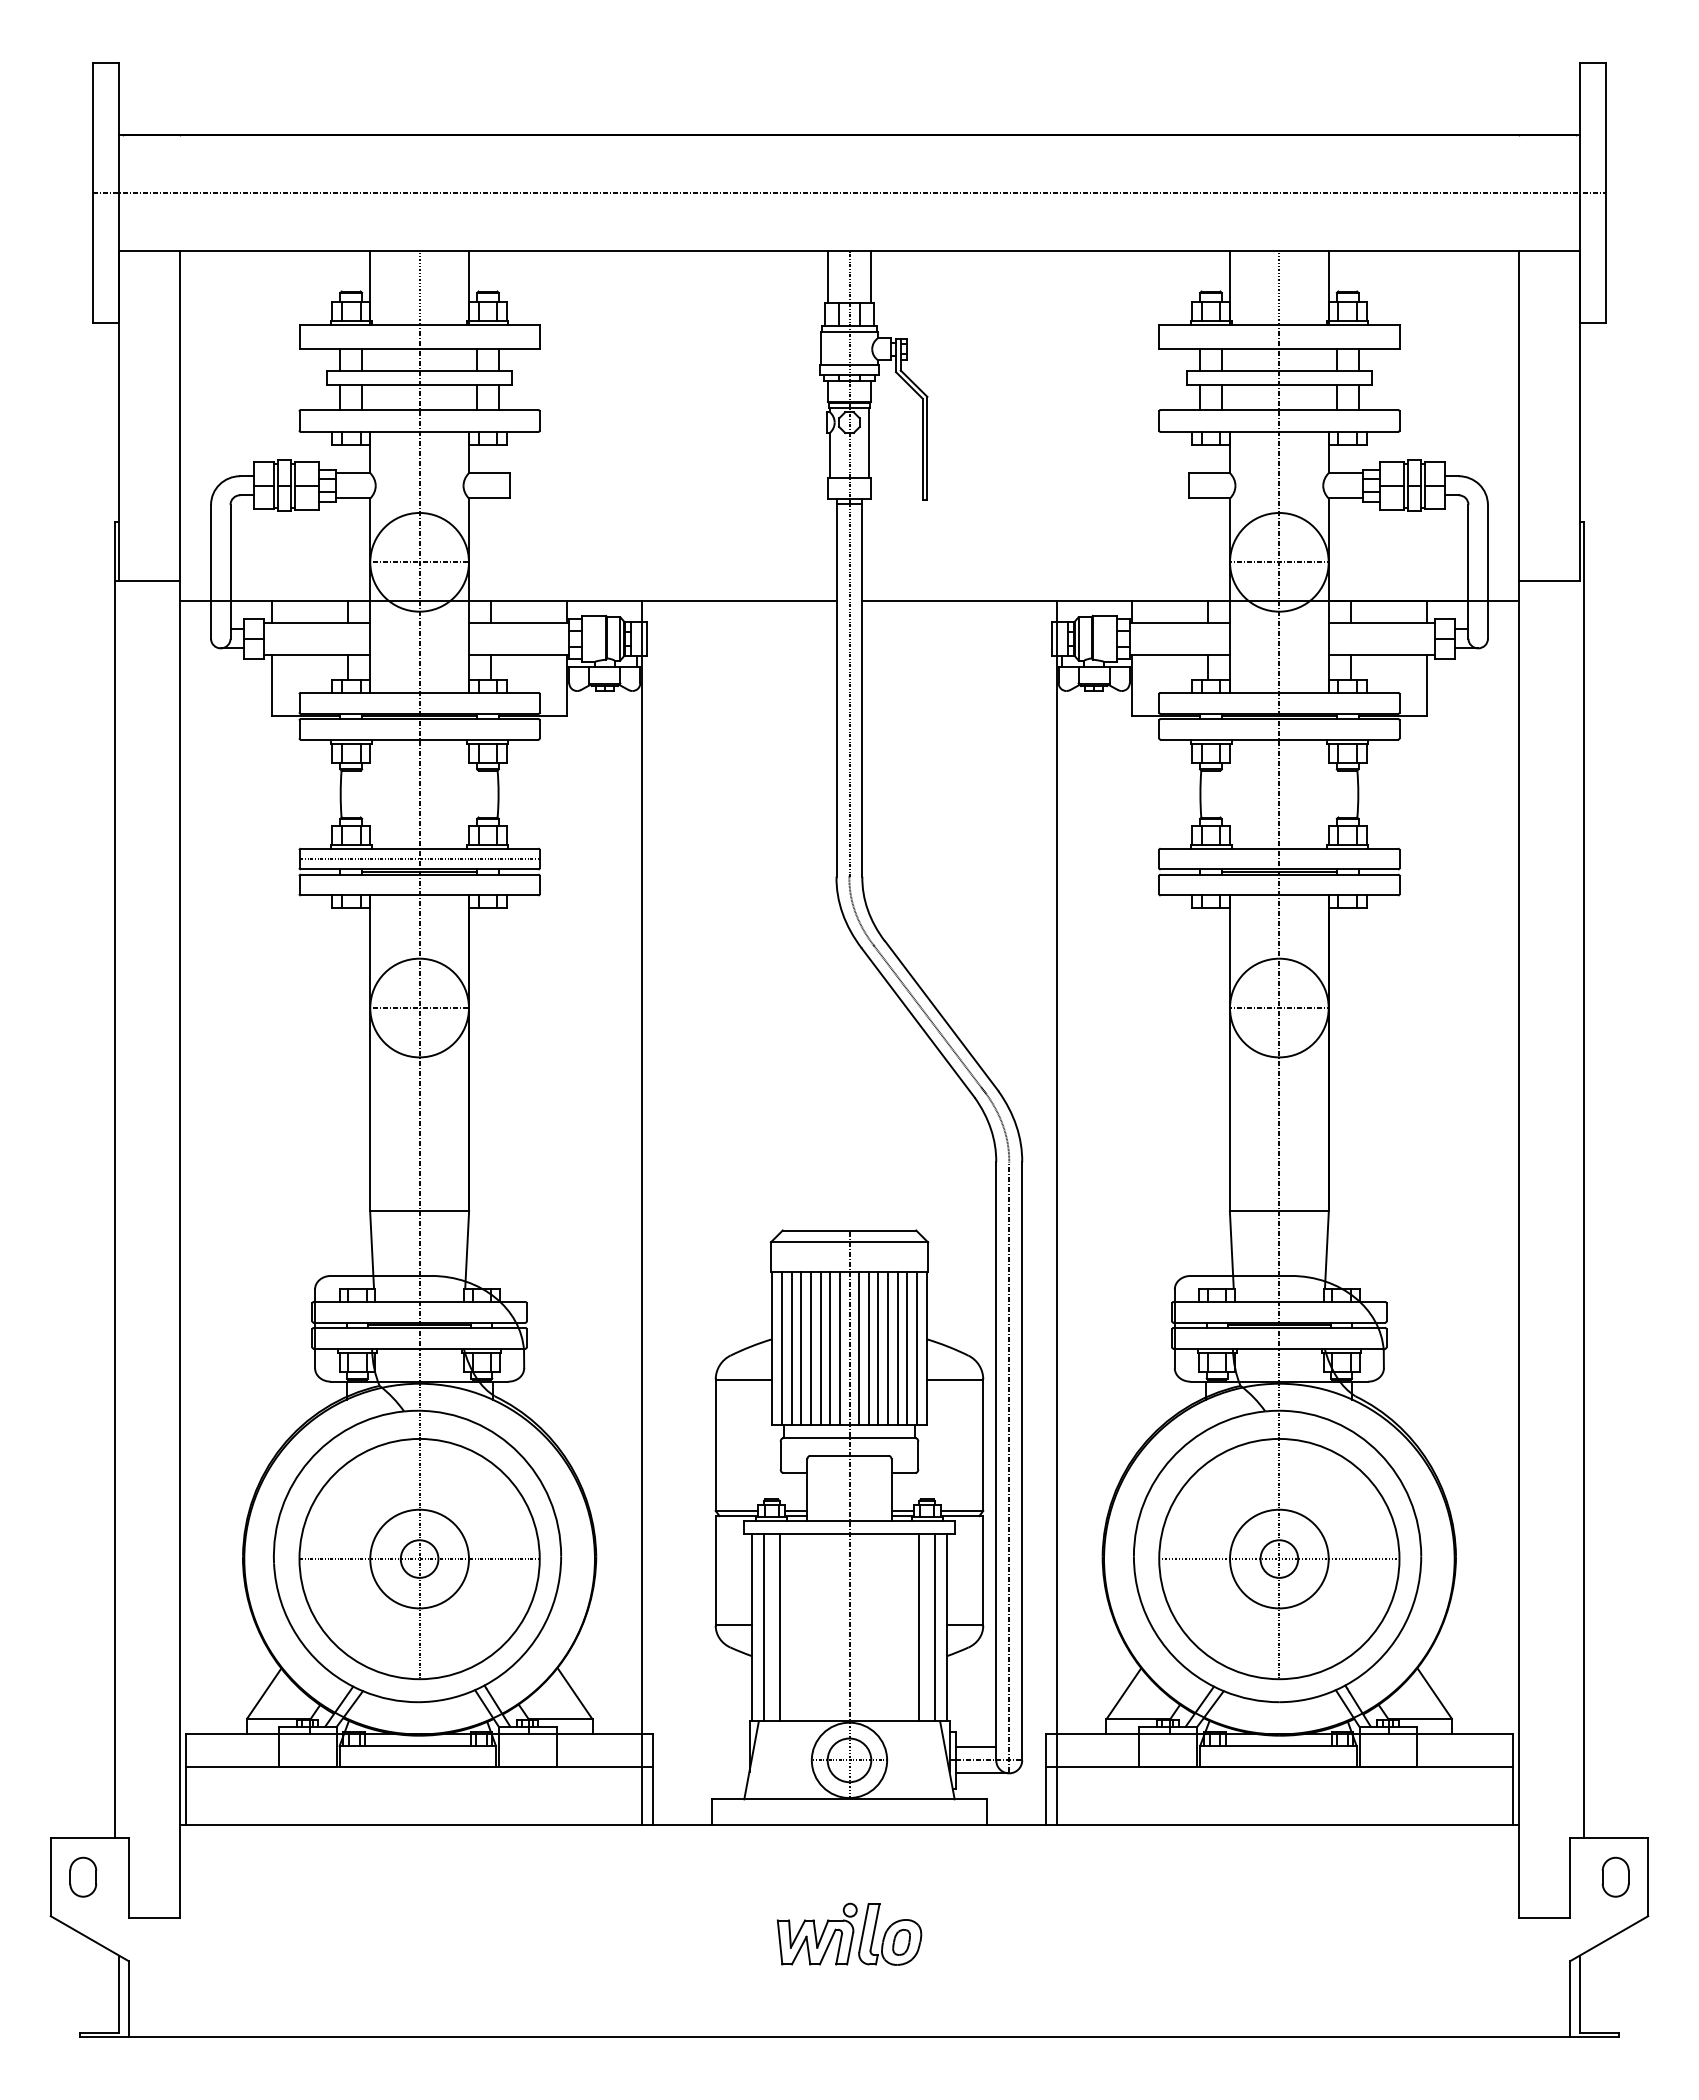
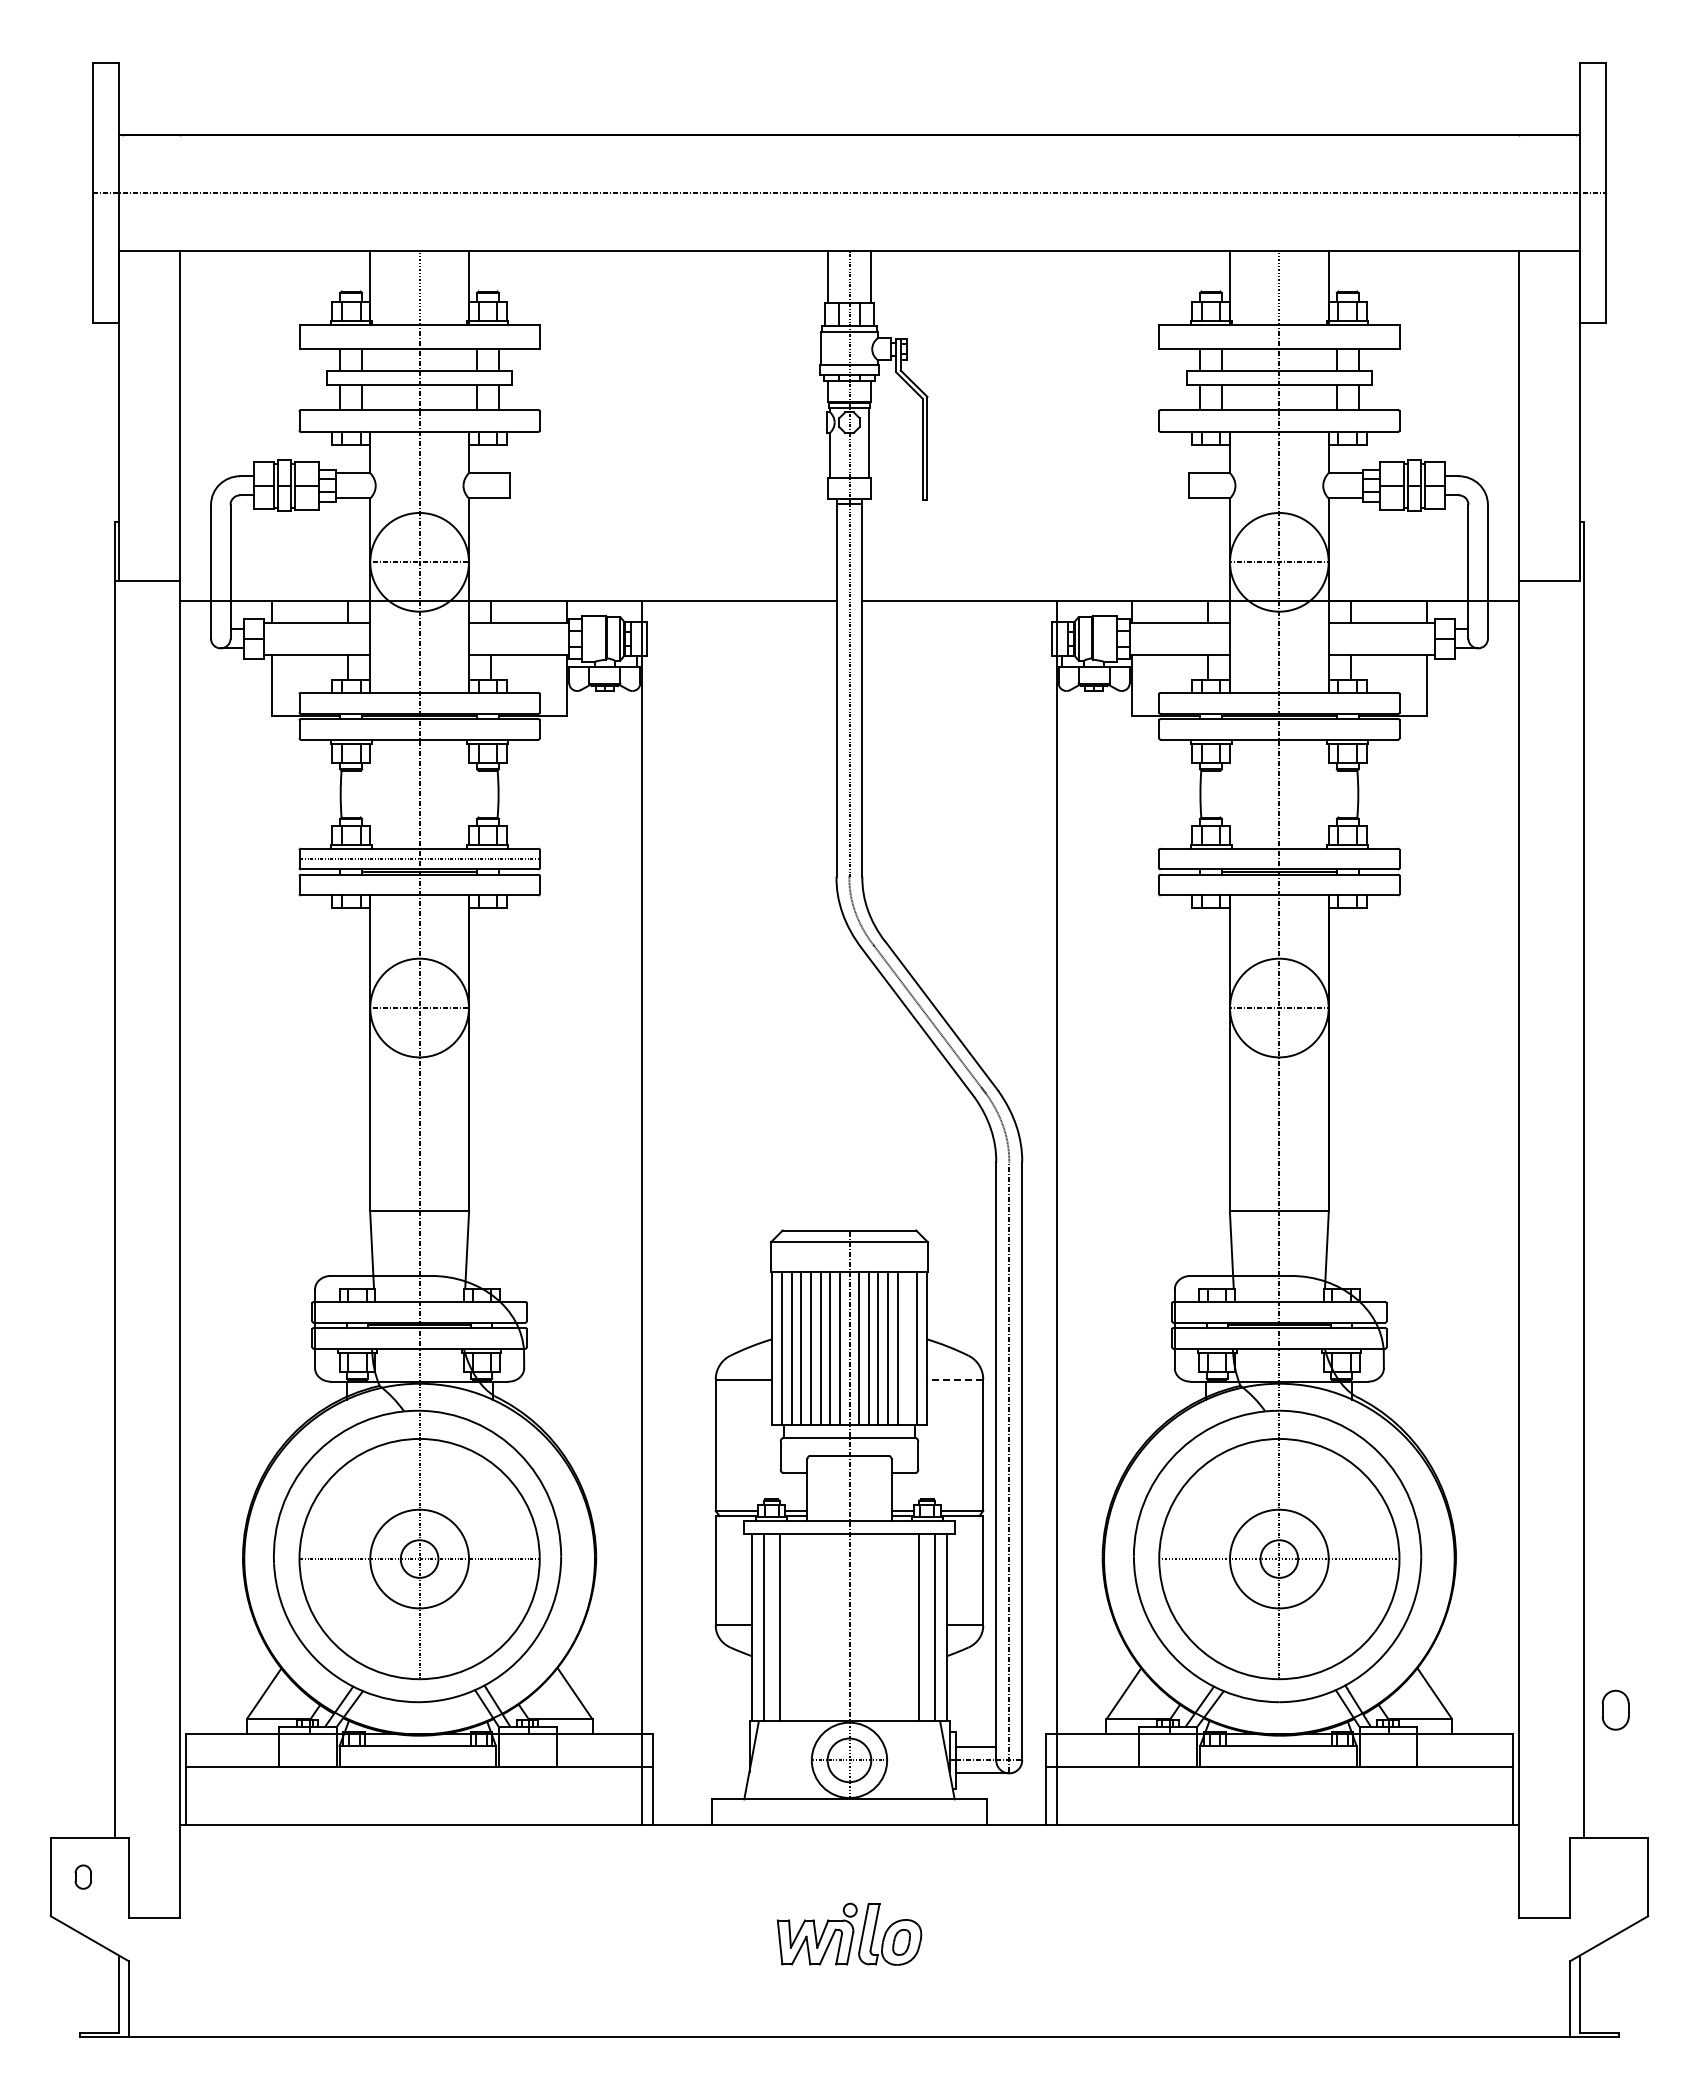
line at (907, 1348): present -> none
line at (954, 1379): solid -> dashed
part at (83, 1876) size: 29x42 px -> 18x26 px
part at (1615, 1876) position: (1615, 1876) -> (1615, 1709)
